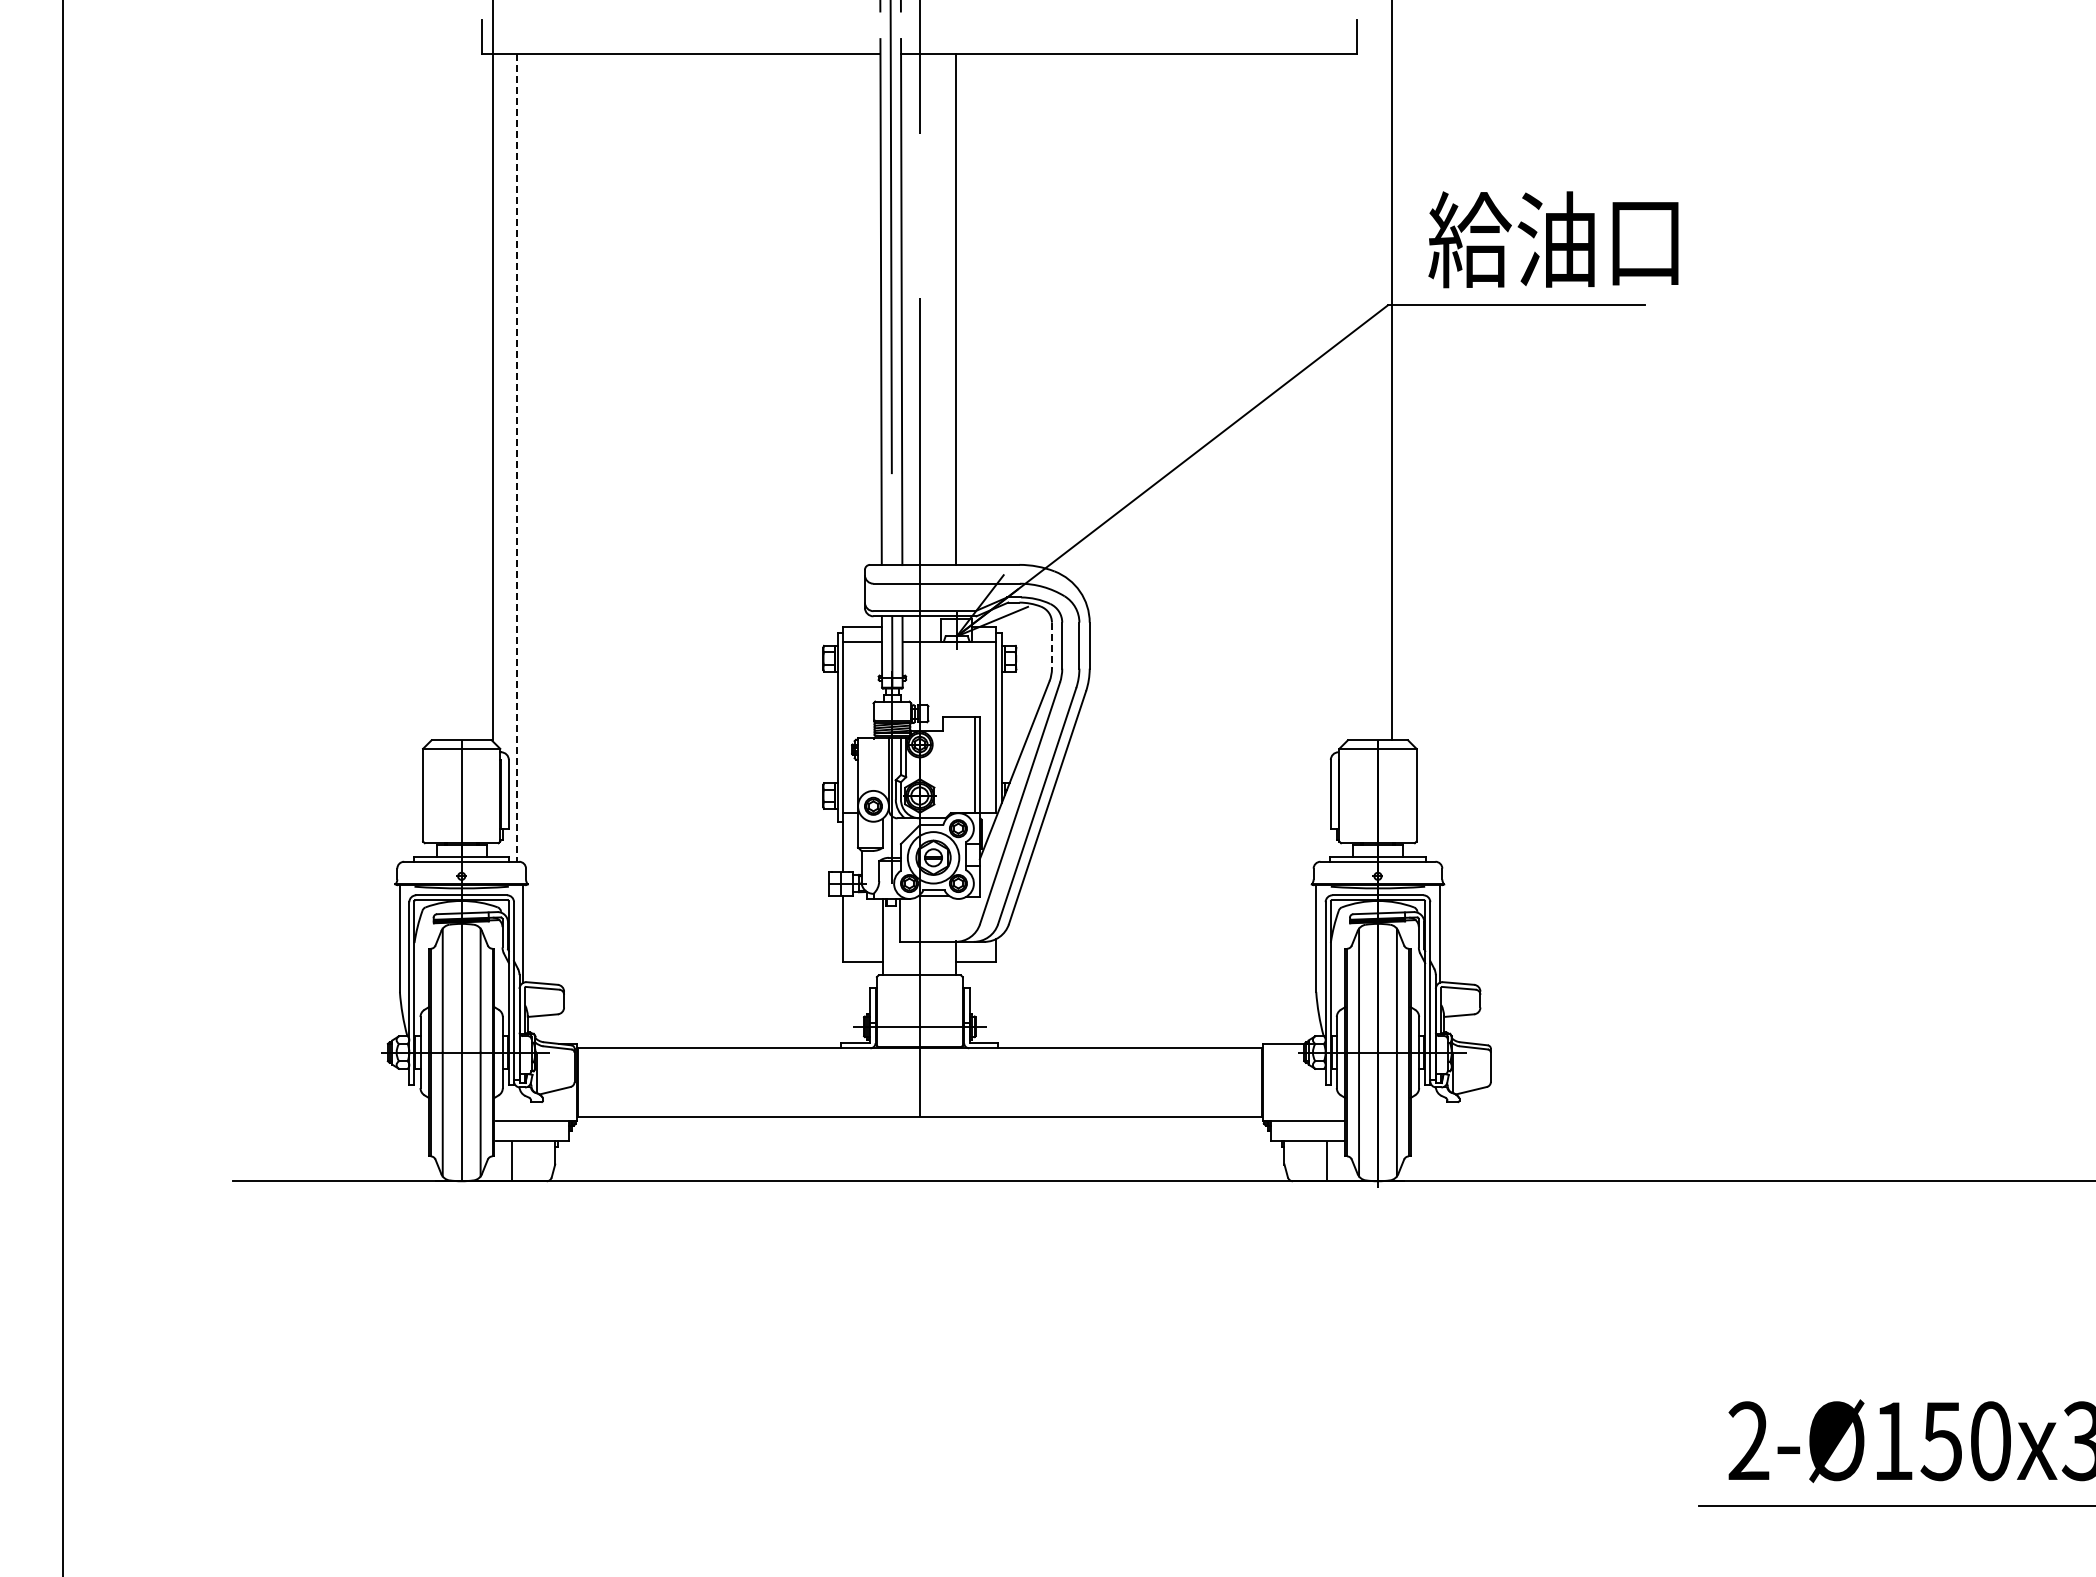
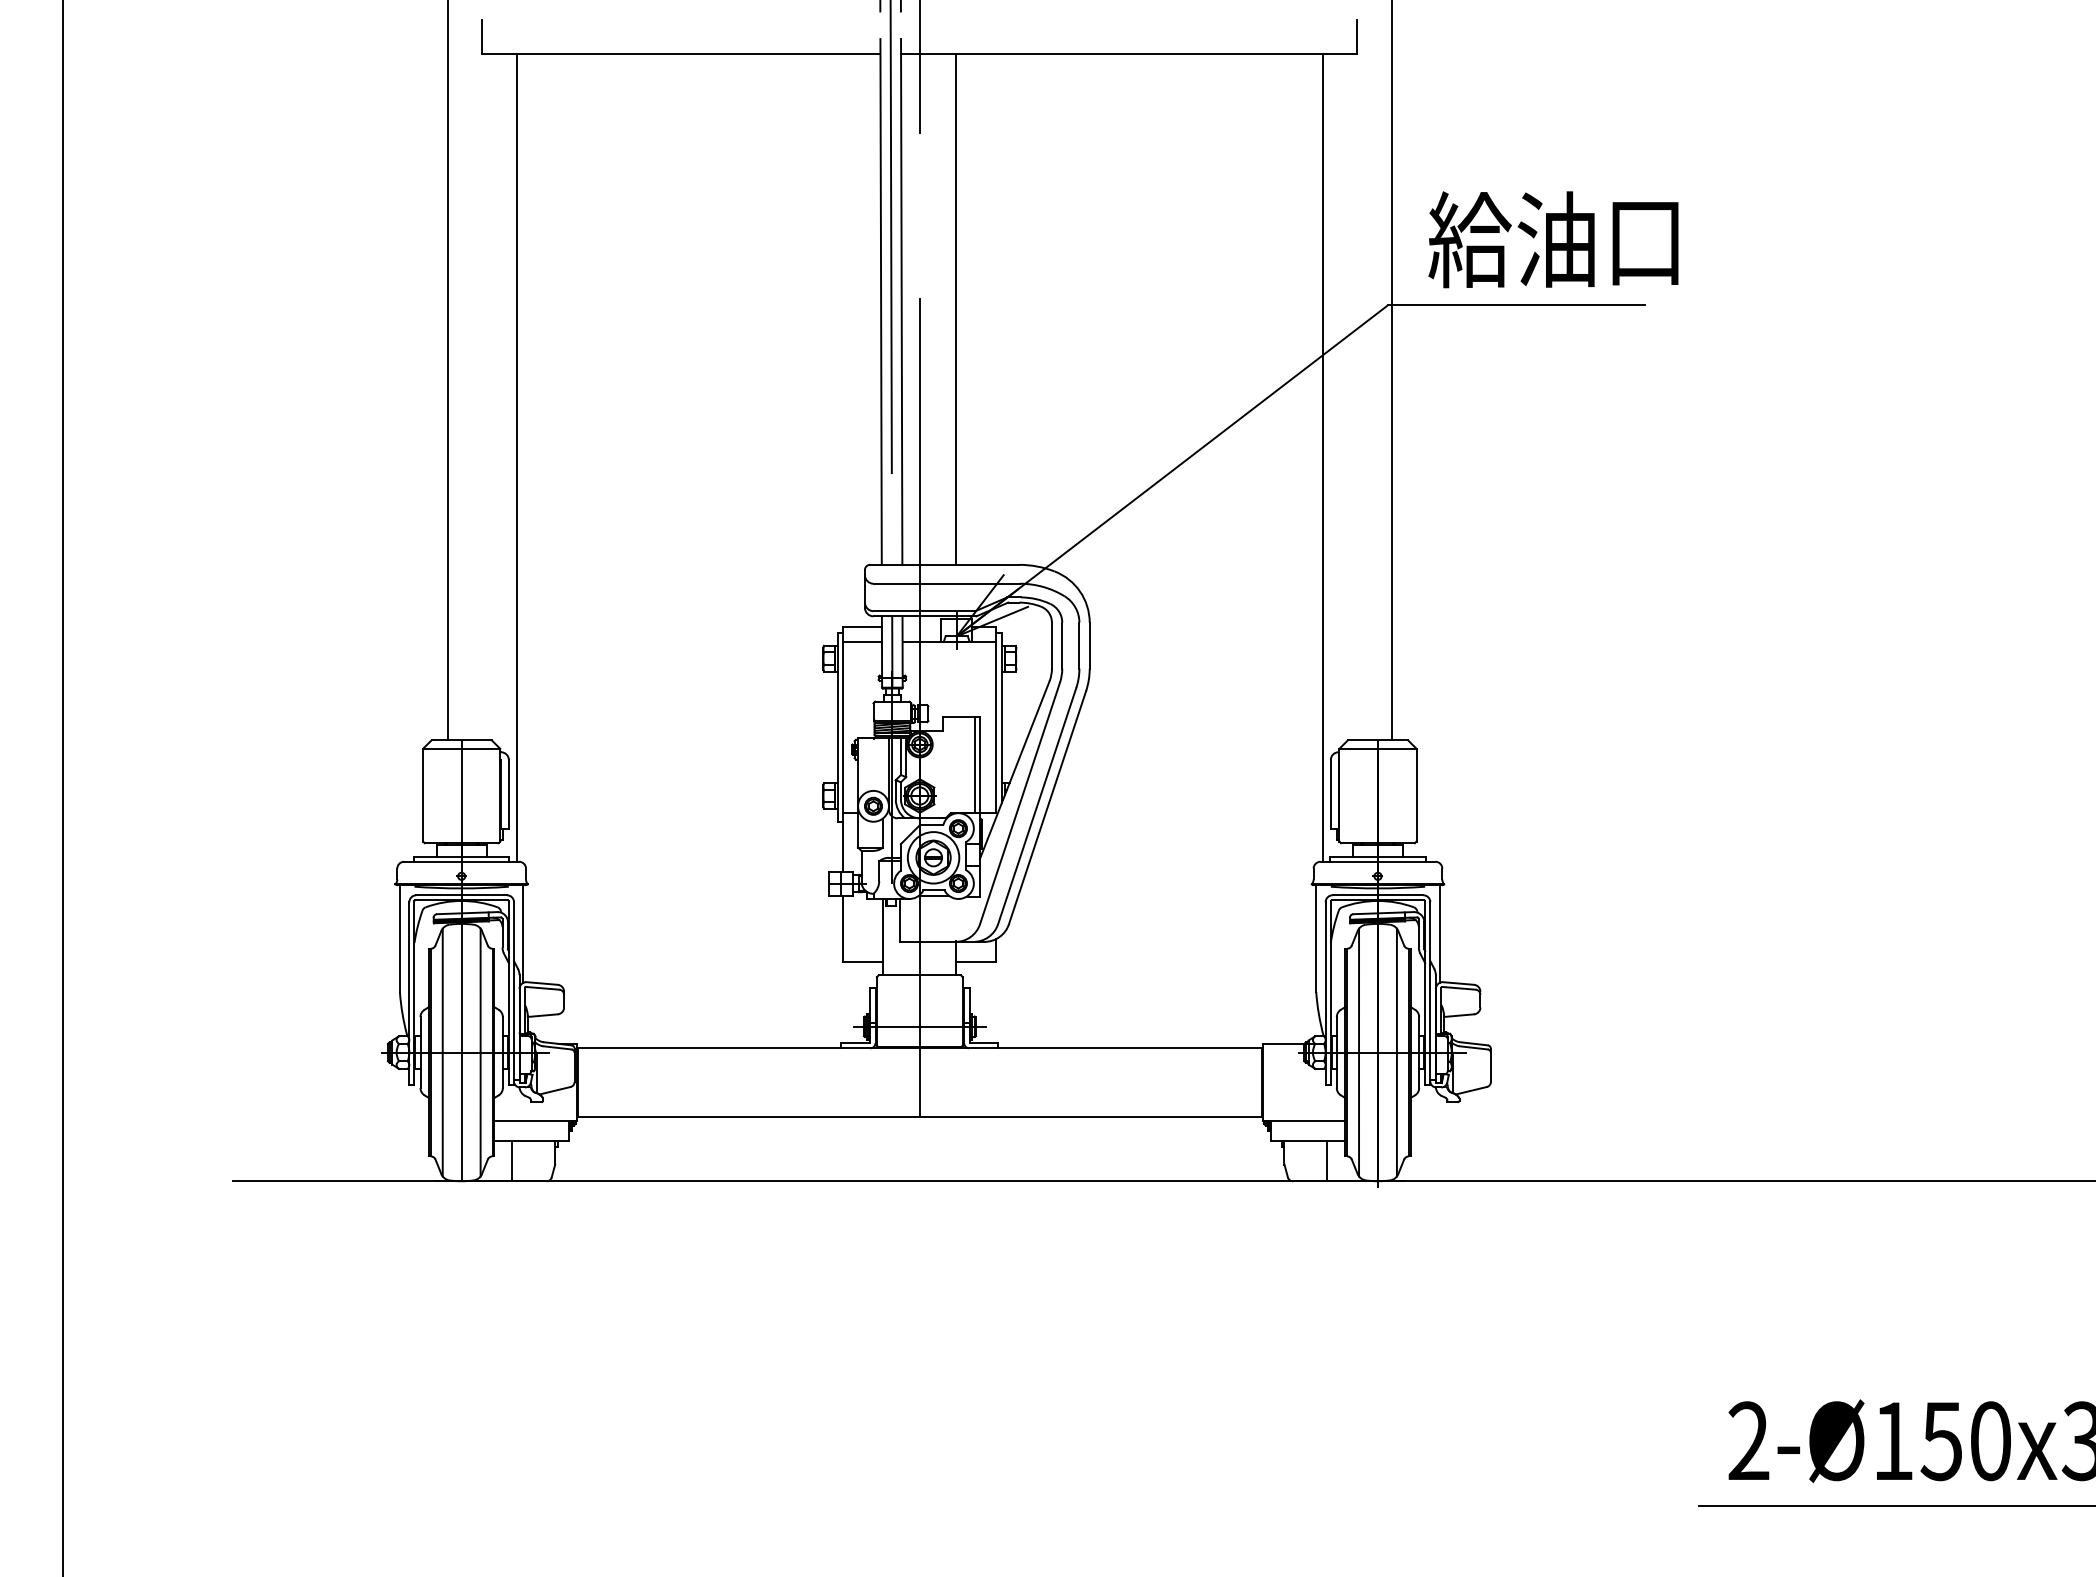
line at (492, 371) position: (492, 371) -> (447, 371)
line at (1323, 457): none -> present
line at (516, 458): dashed -> solid
line at (1051, 646): dashed -> solid
